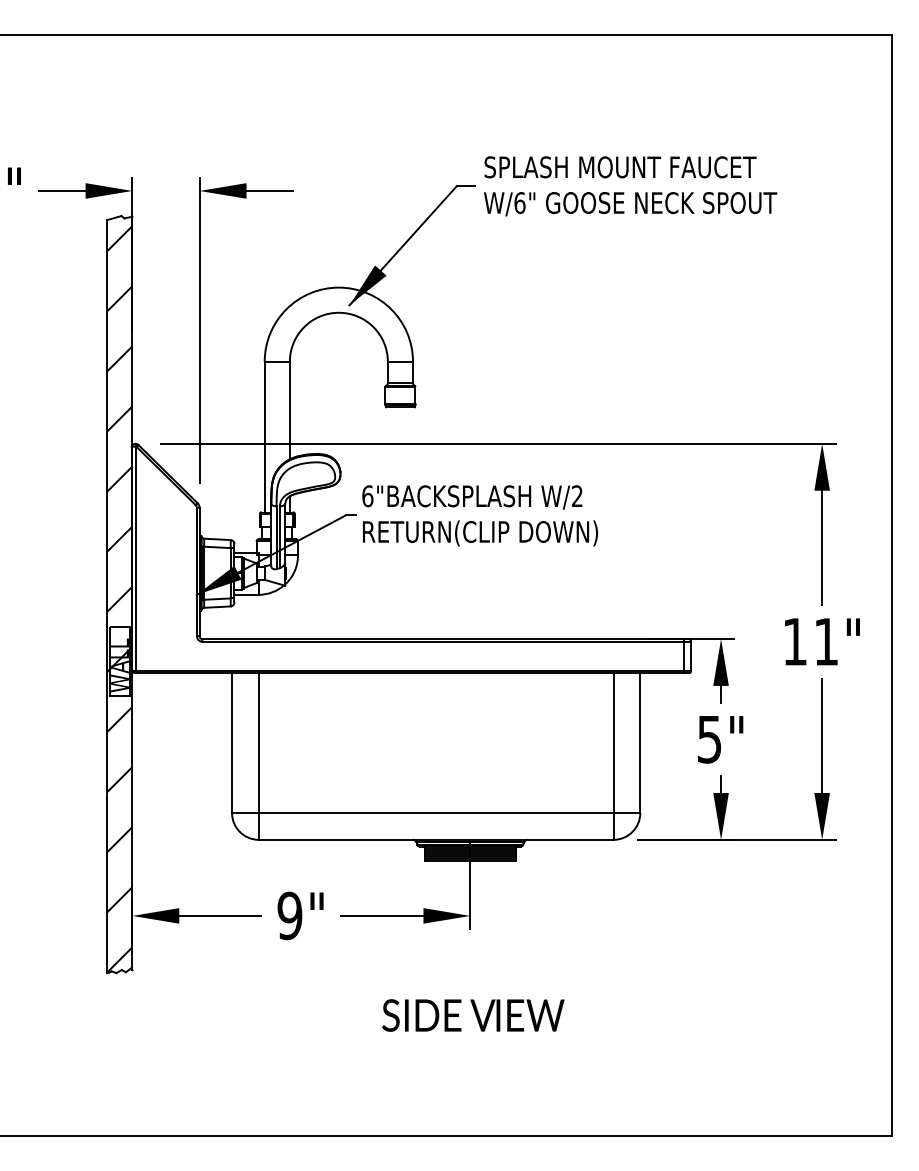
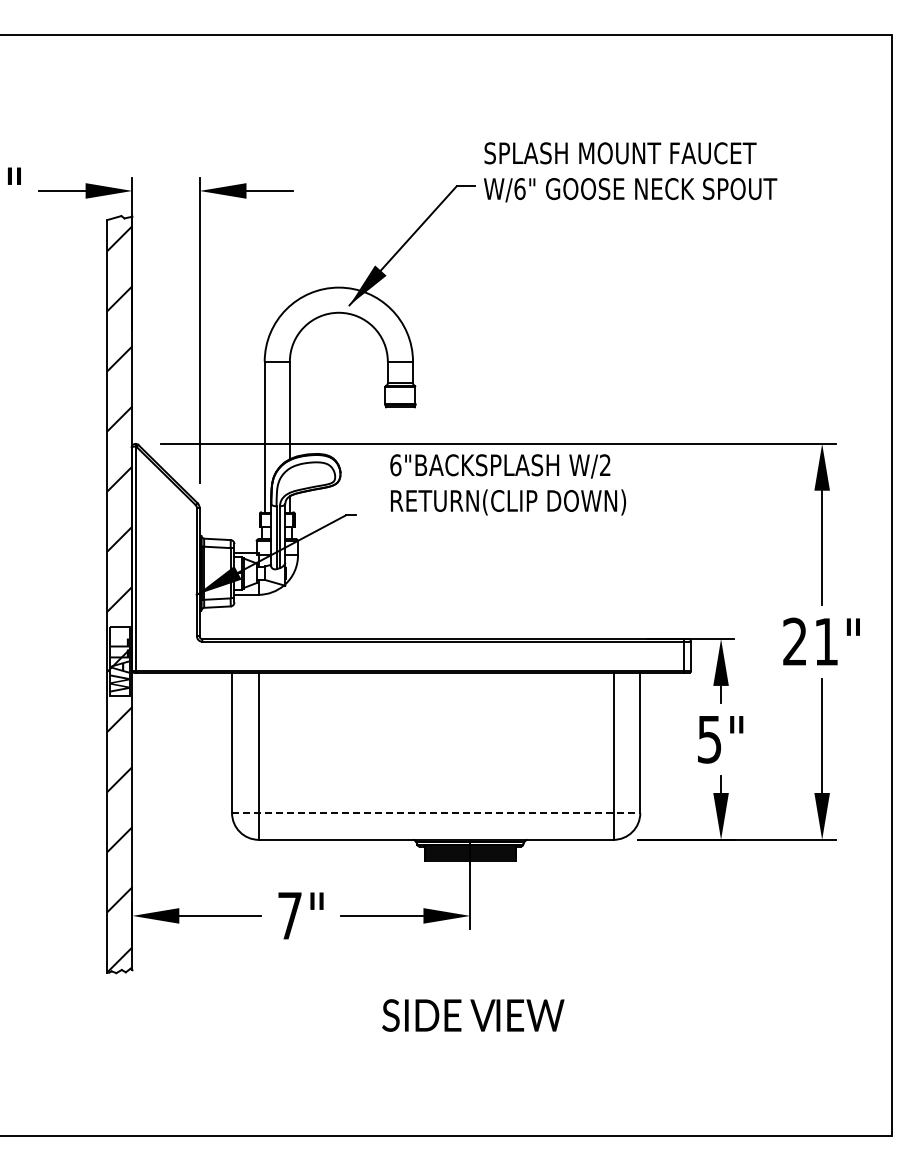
text at (630, 186) position: (630, 186) -> (630, 172)
text at (480, 515) position: (480, 515) -> (508, 484)
text at (794, 641): 11" -> 21"
line at (436, 813): solid -> dashed
text at (289, 915): 9" -> 7"
